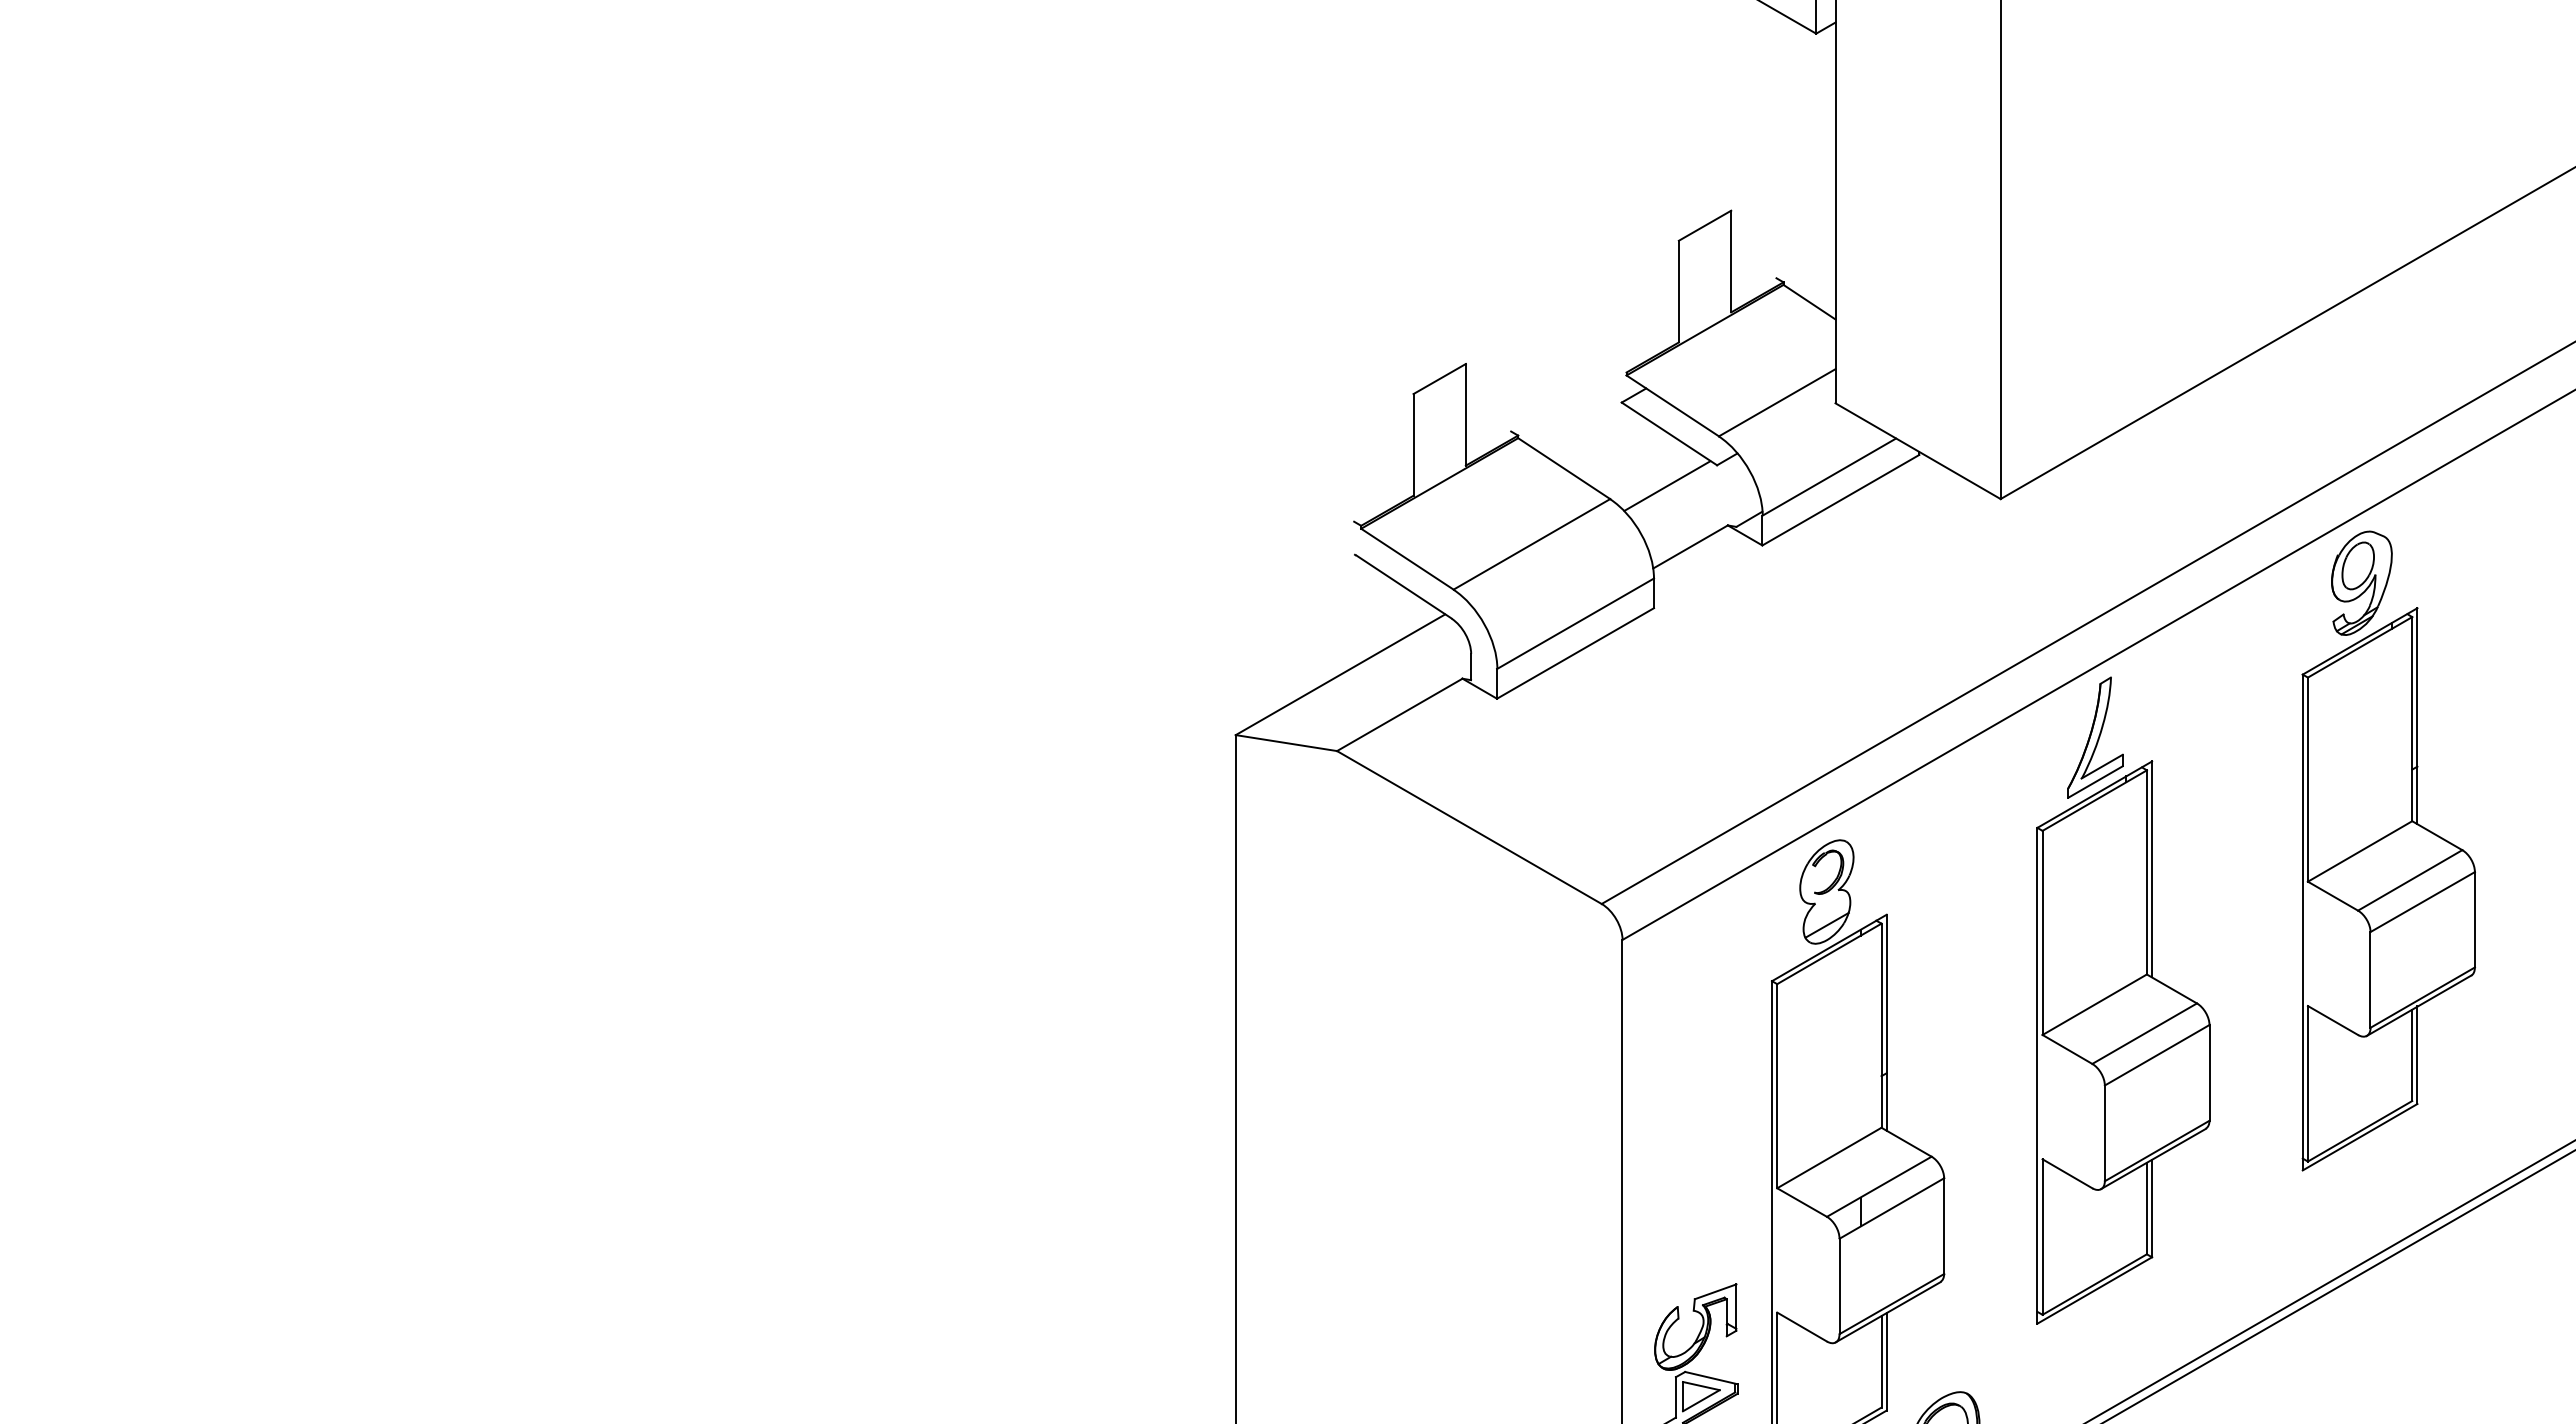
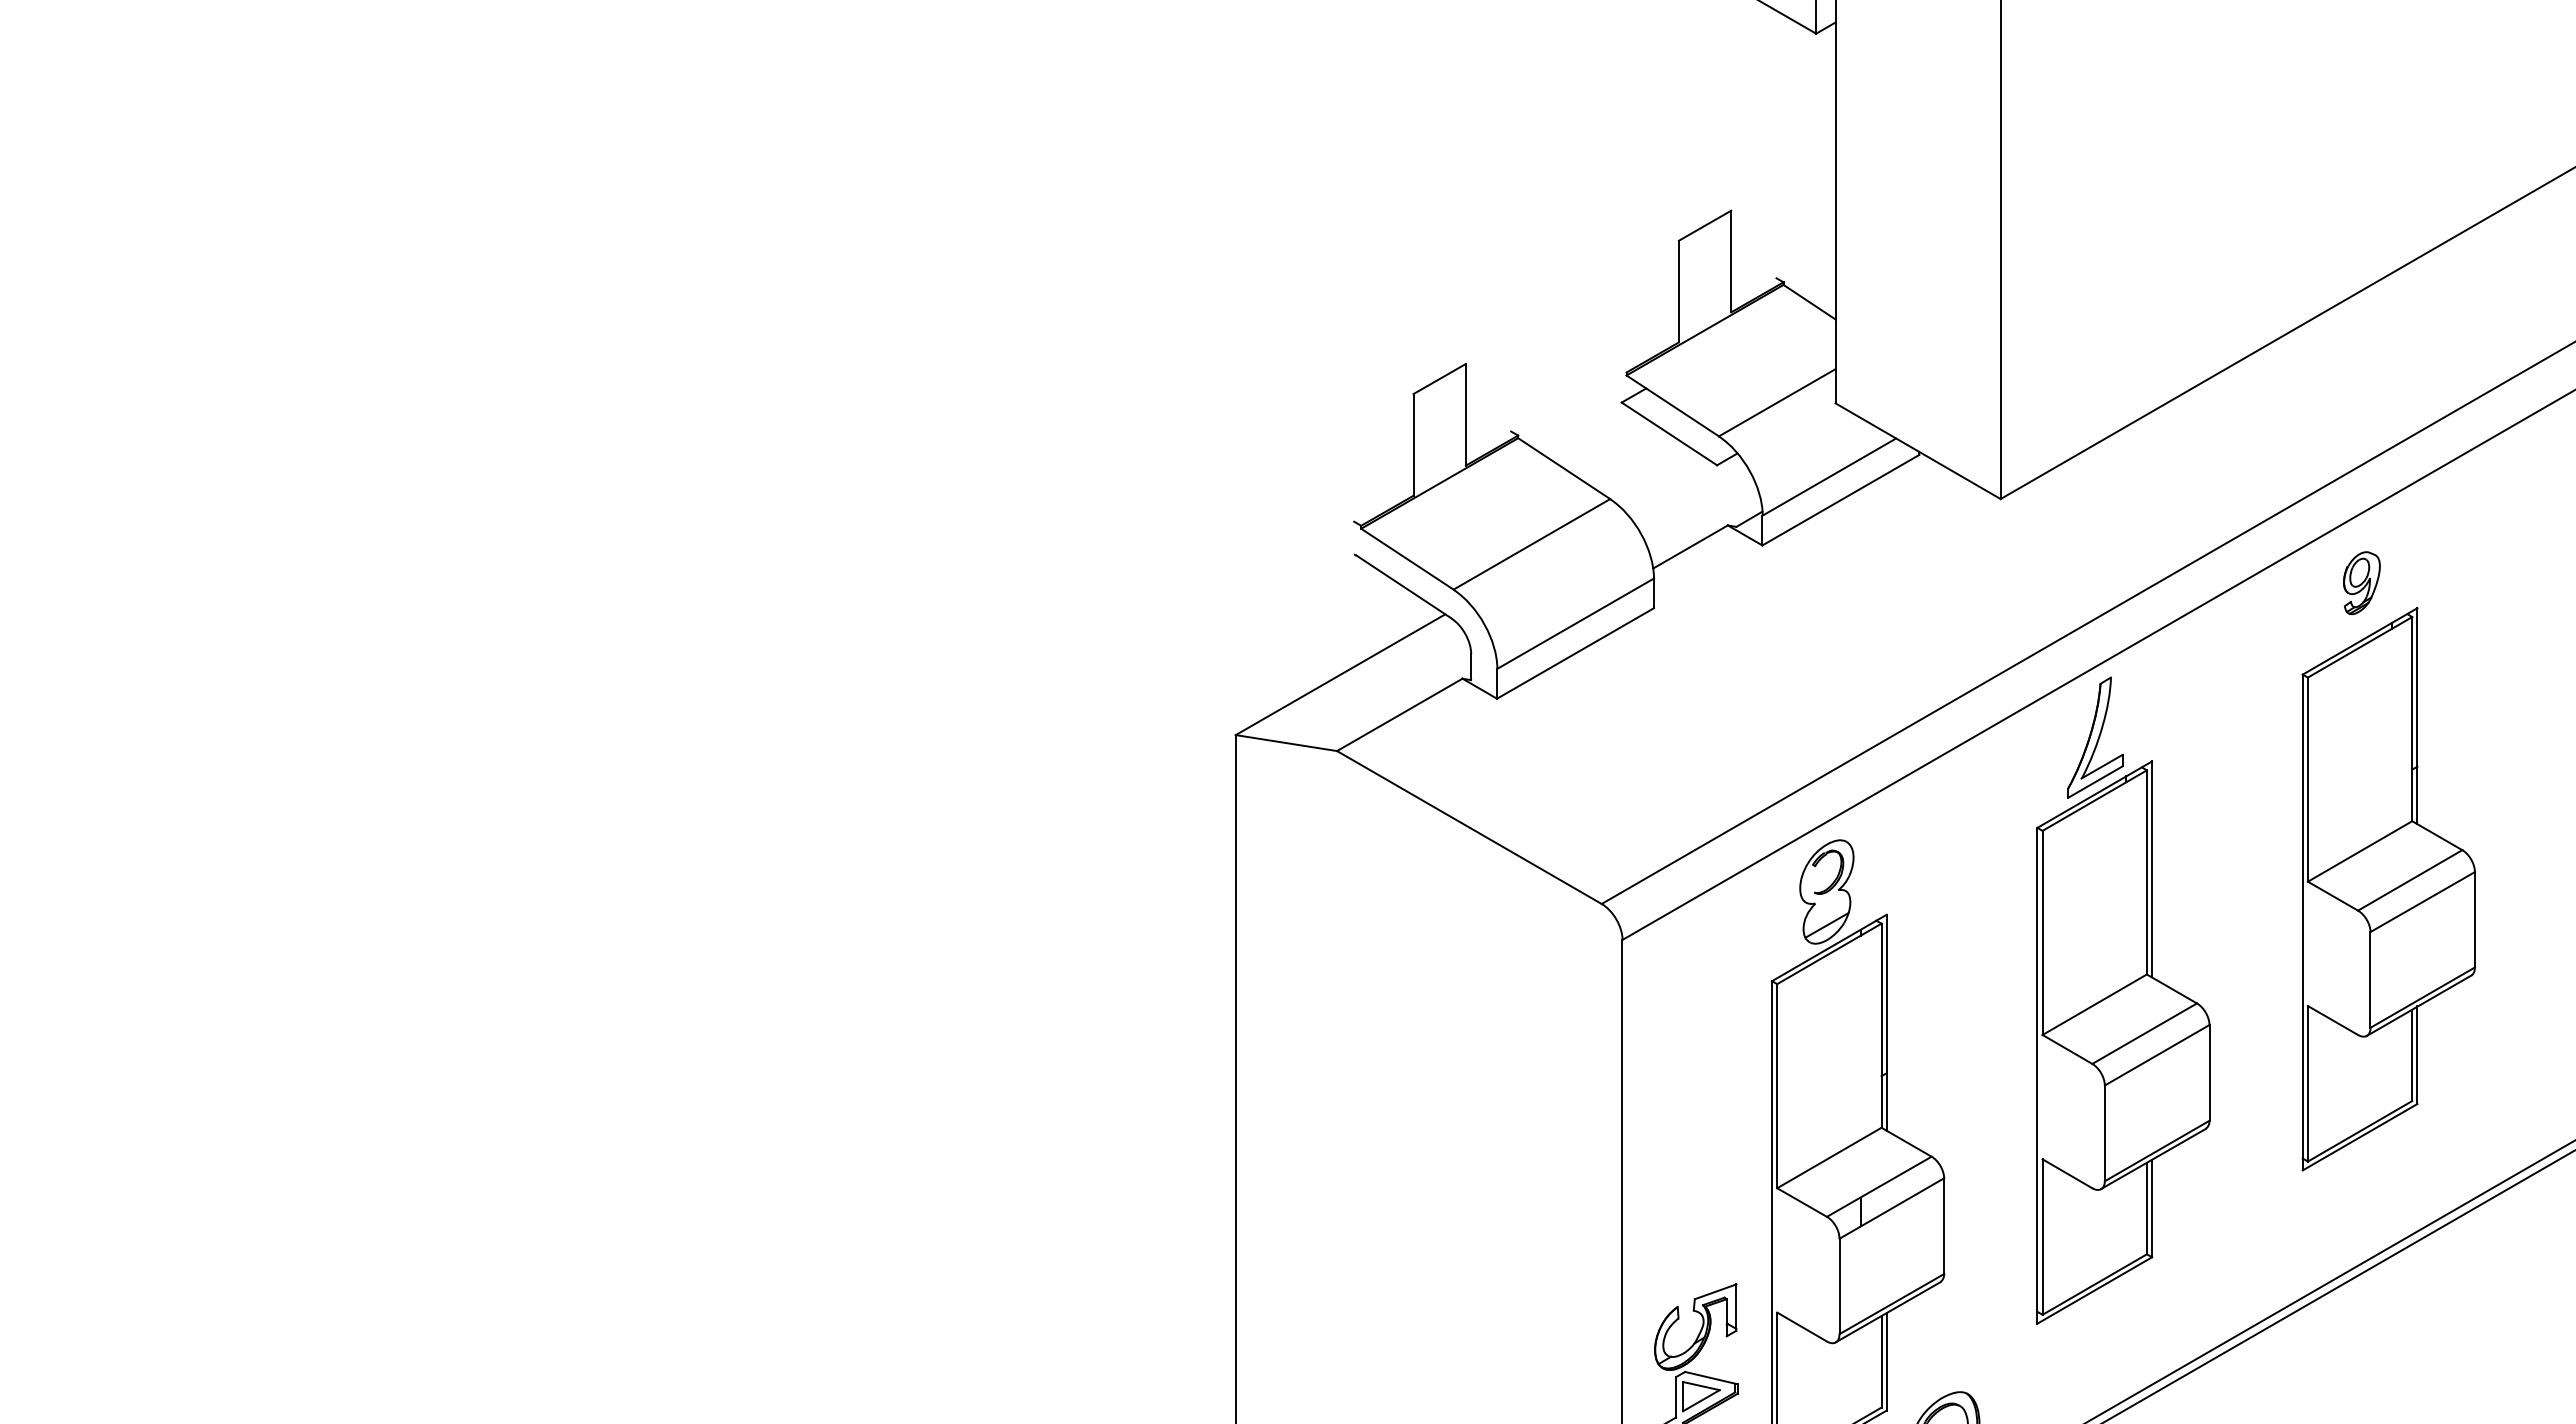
line at (1667, 485): present -> none
part at (2361, 582) size: 62x106 px -> 38x65 px
